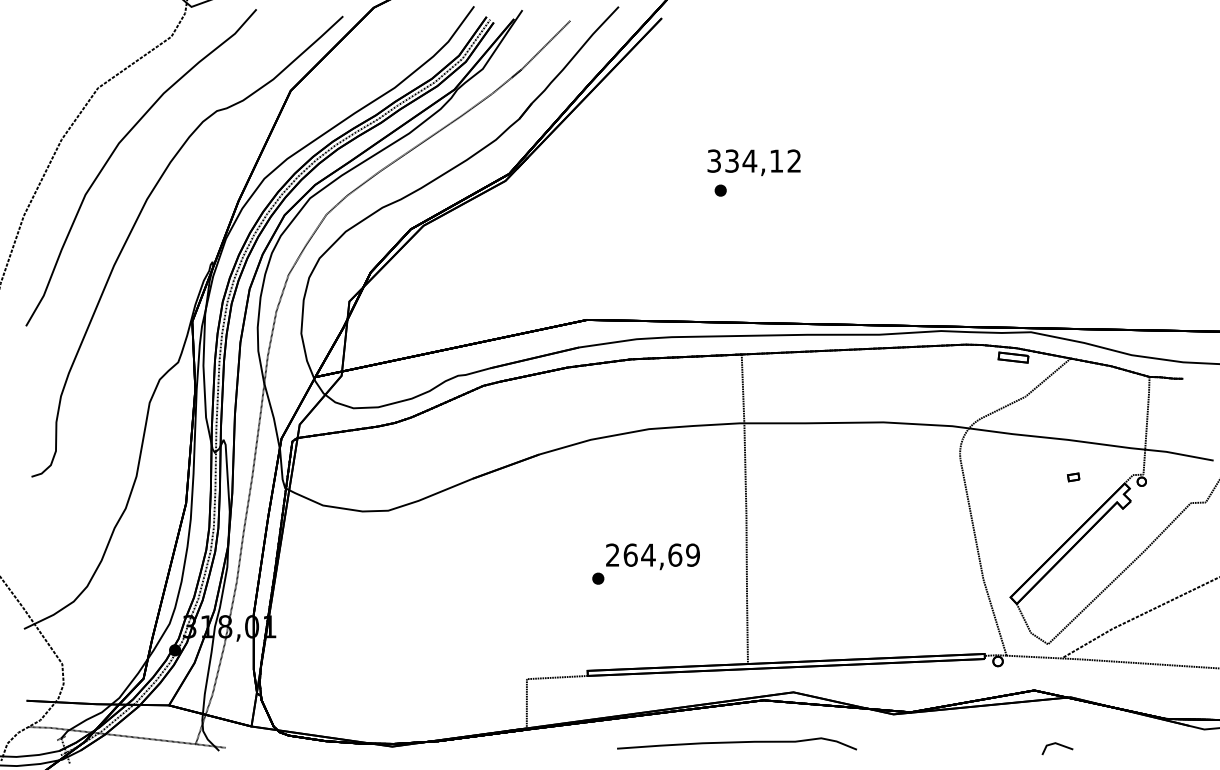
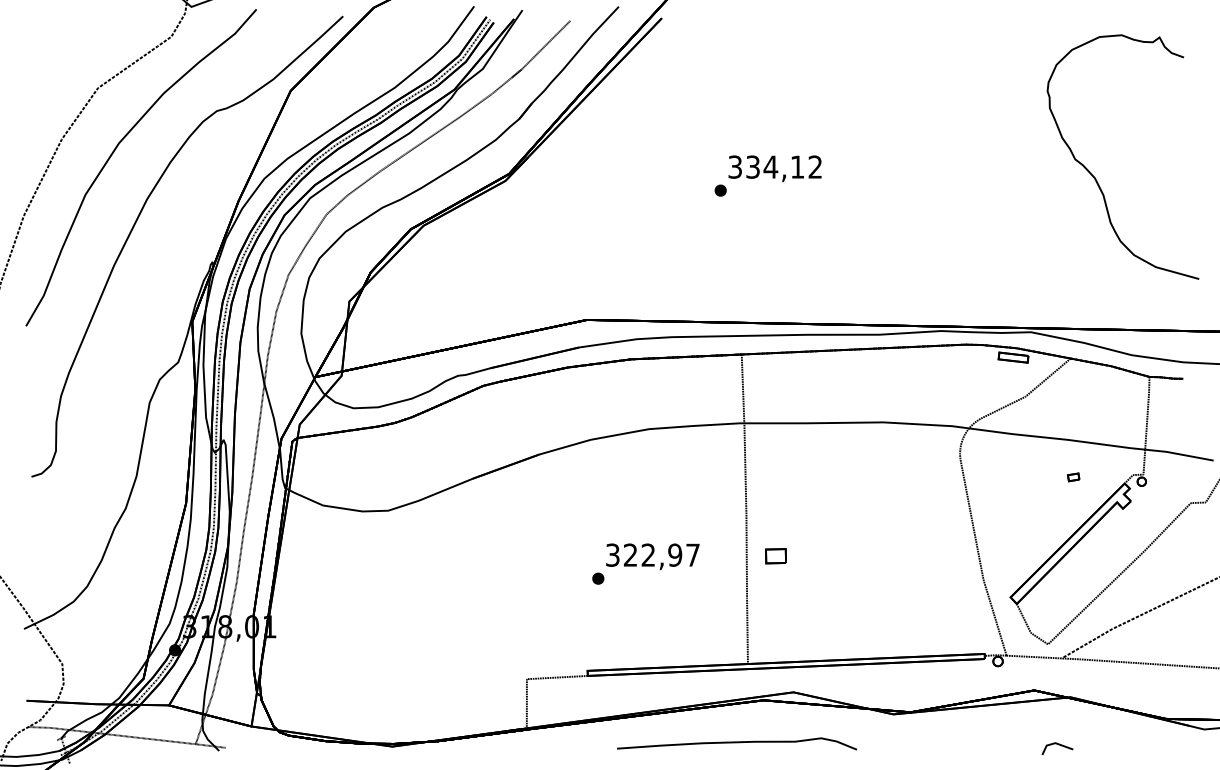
text at (753, 162) position: (753, 162) -> (774, 168)
curve at (1096, 178): none -> present
text at (652, 554): 264,69 -> 322,97
part at (775, 556): none -> present
